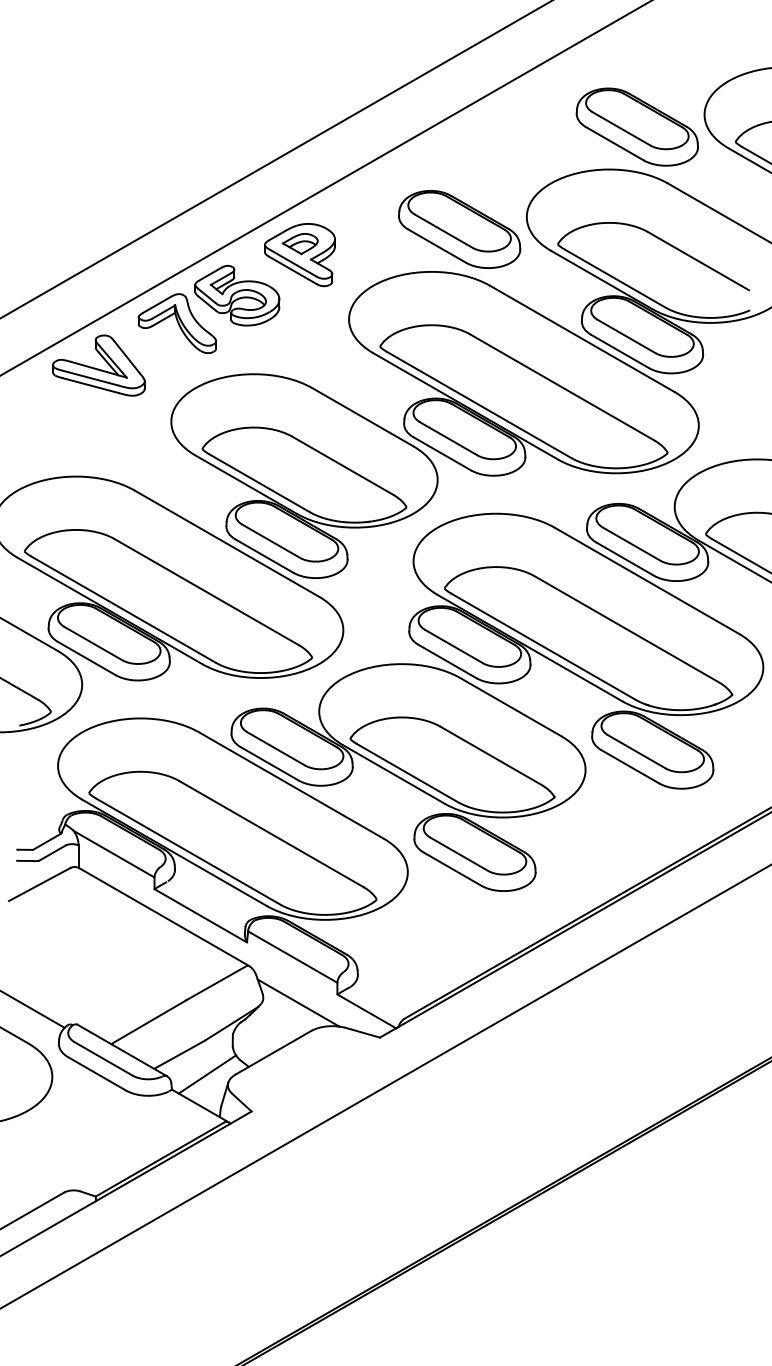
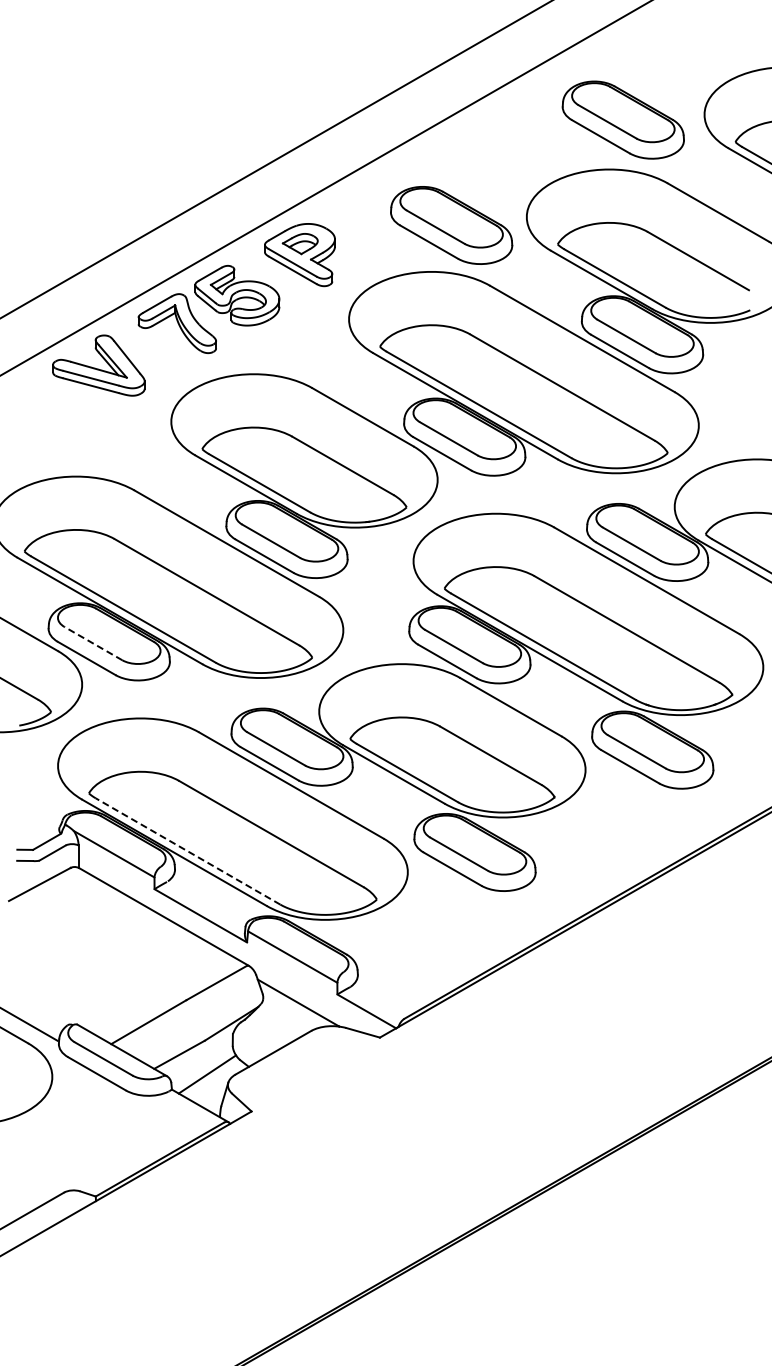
part at (636, 126) position: (636, 126) -> (622, 119)
part at (459, 229) position: (459, 229) -> (451, 225)
line at (92, 643): solid -> dashed
line at (187, 851): solid -> dashed
line at (33, 1009) position: (33, 1009) -> (29, 1024)
line at (385, 1086): present -> none
